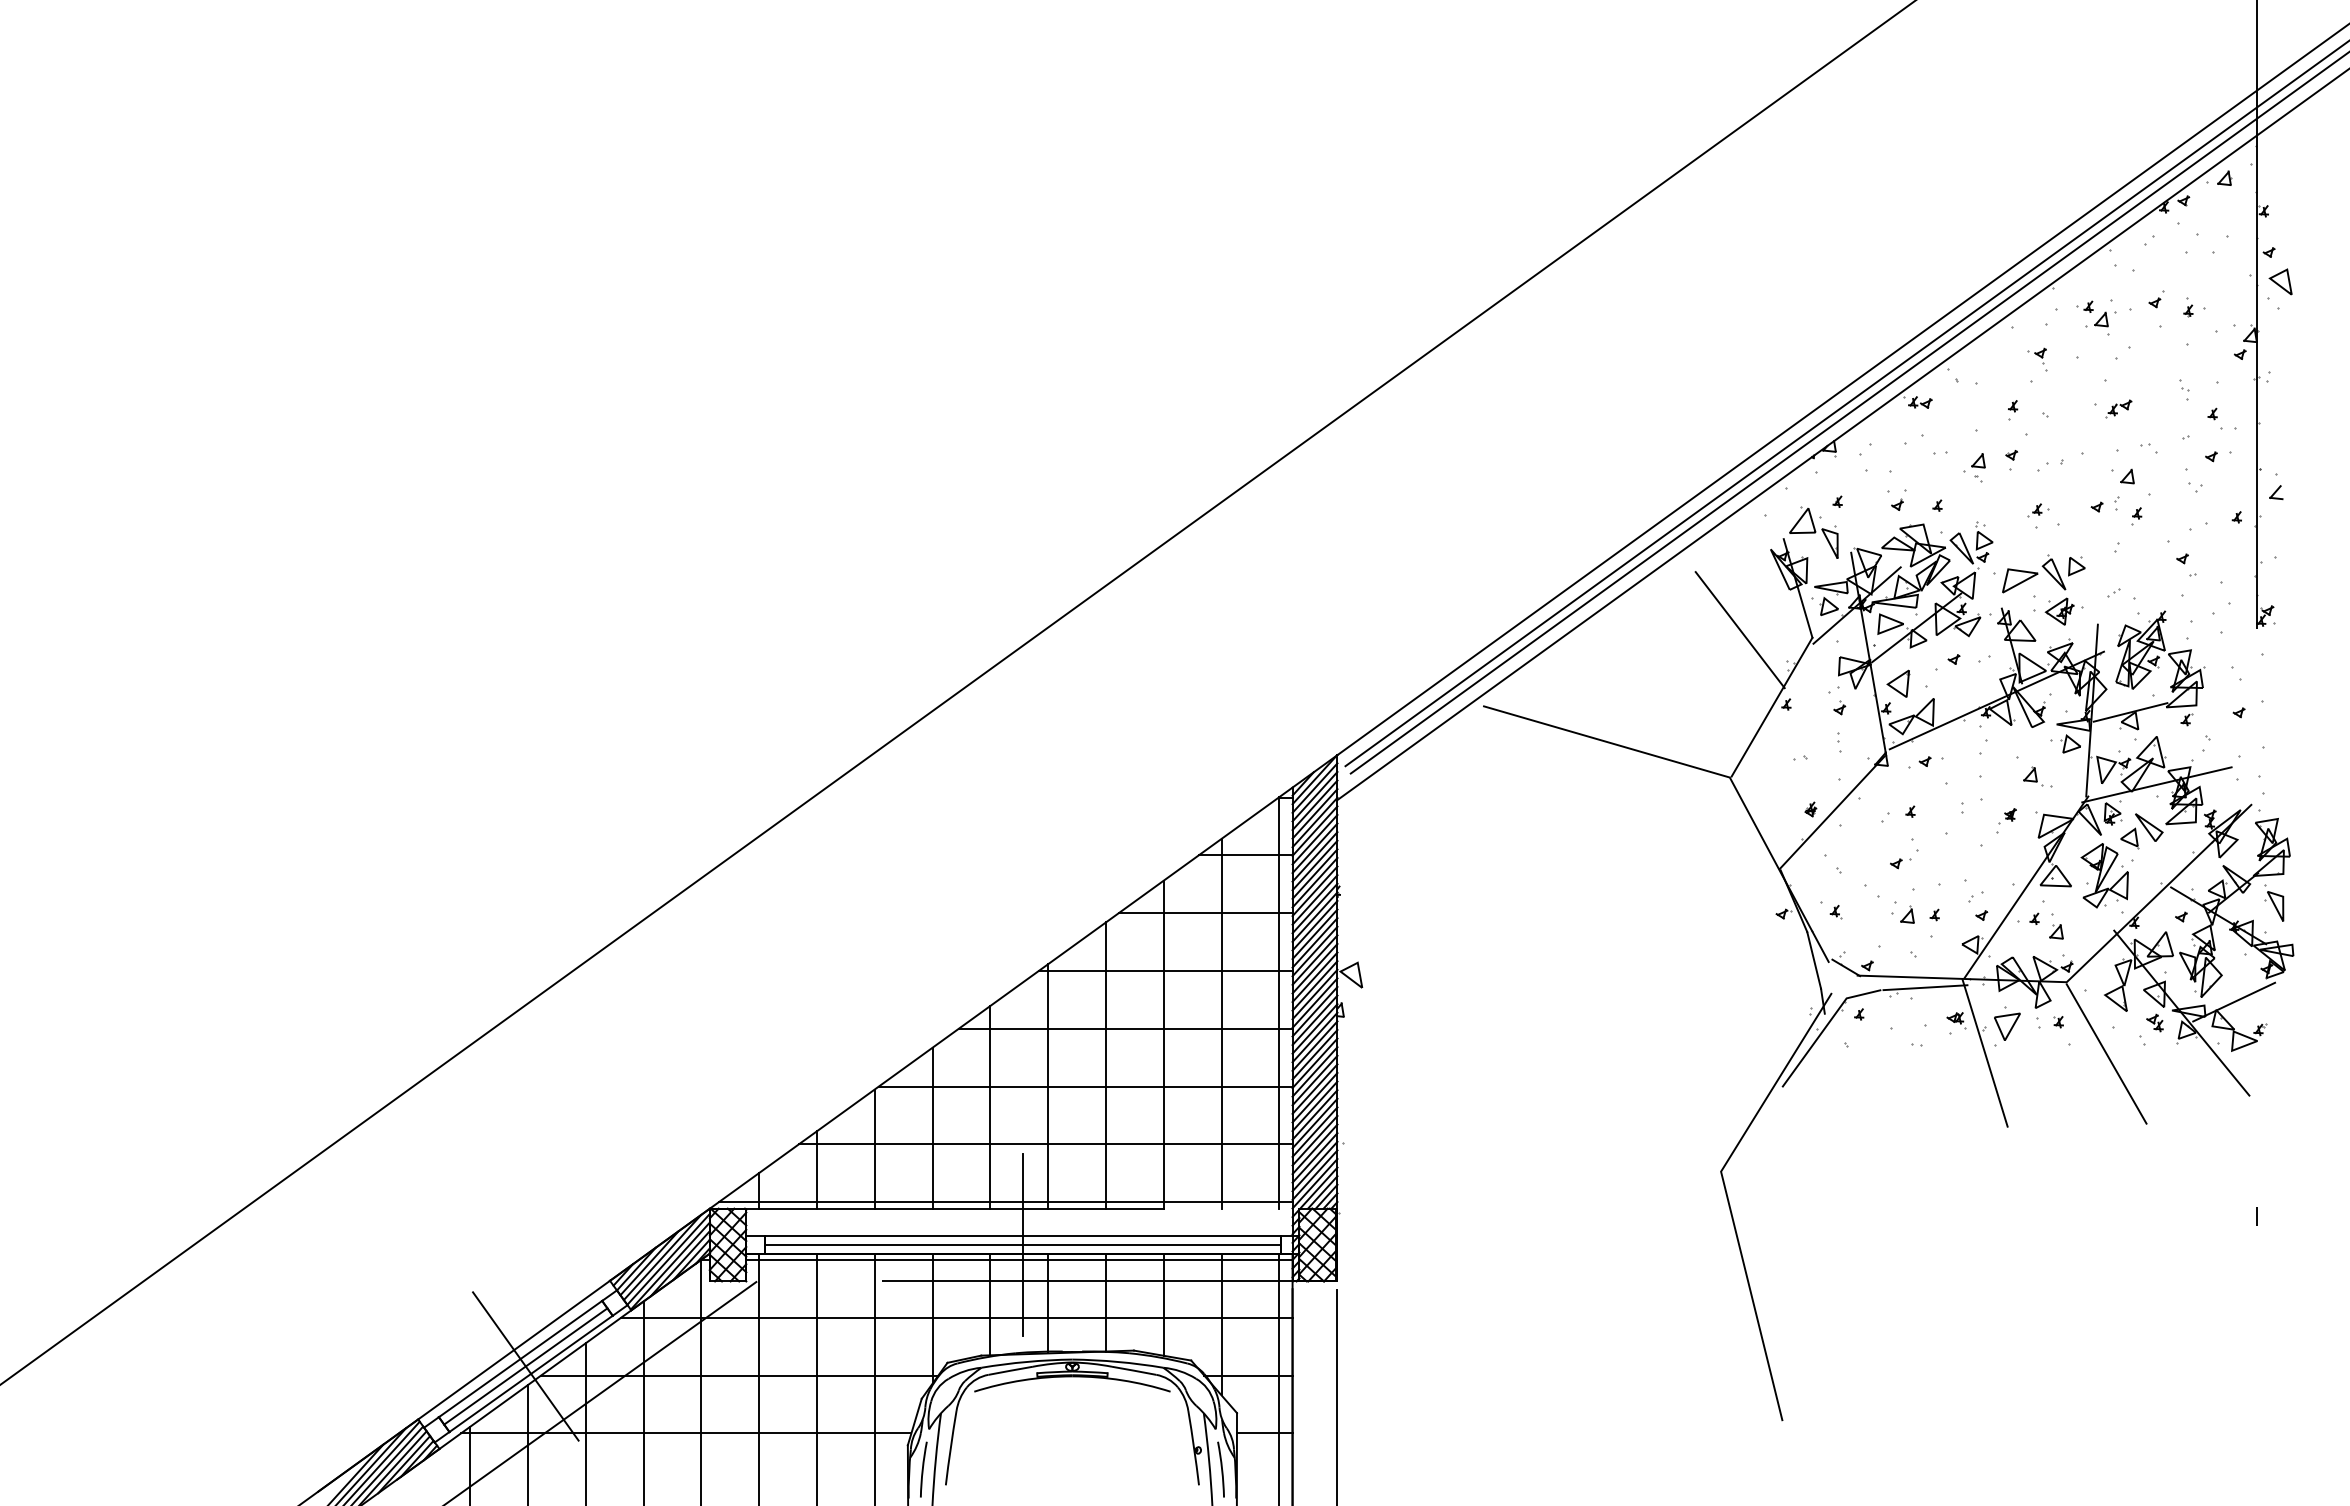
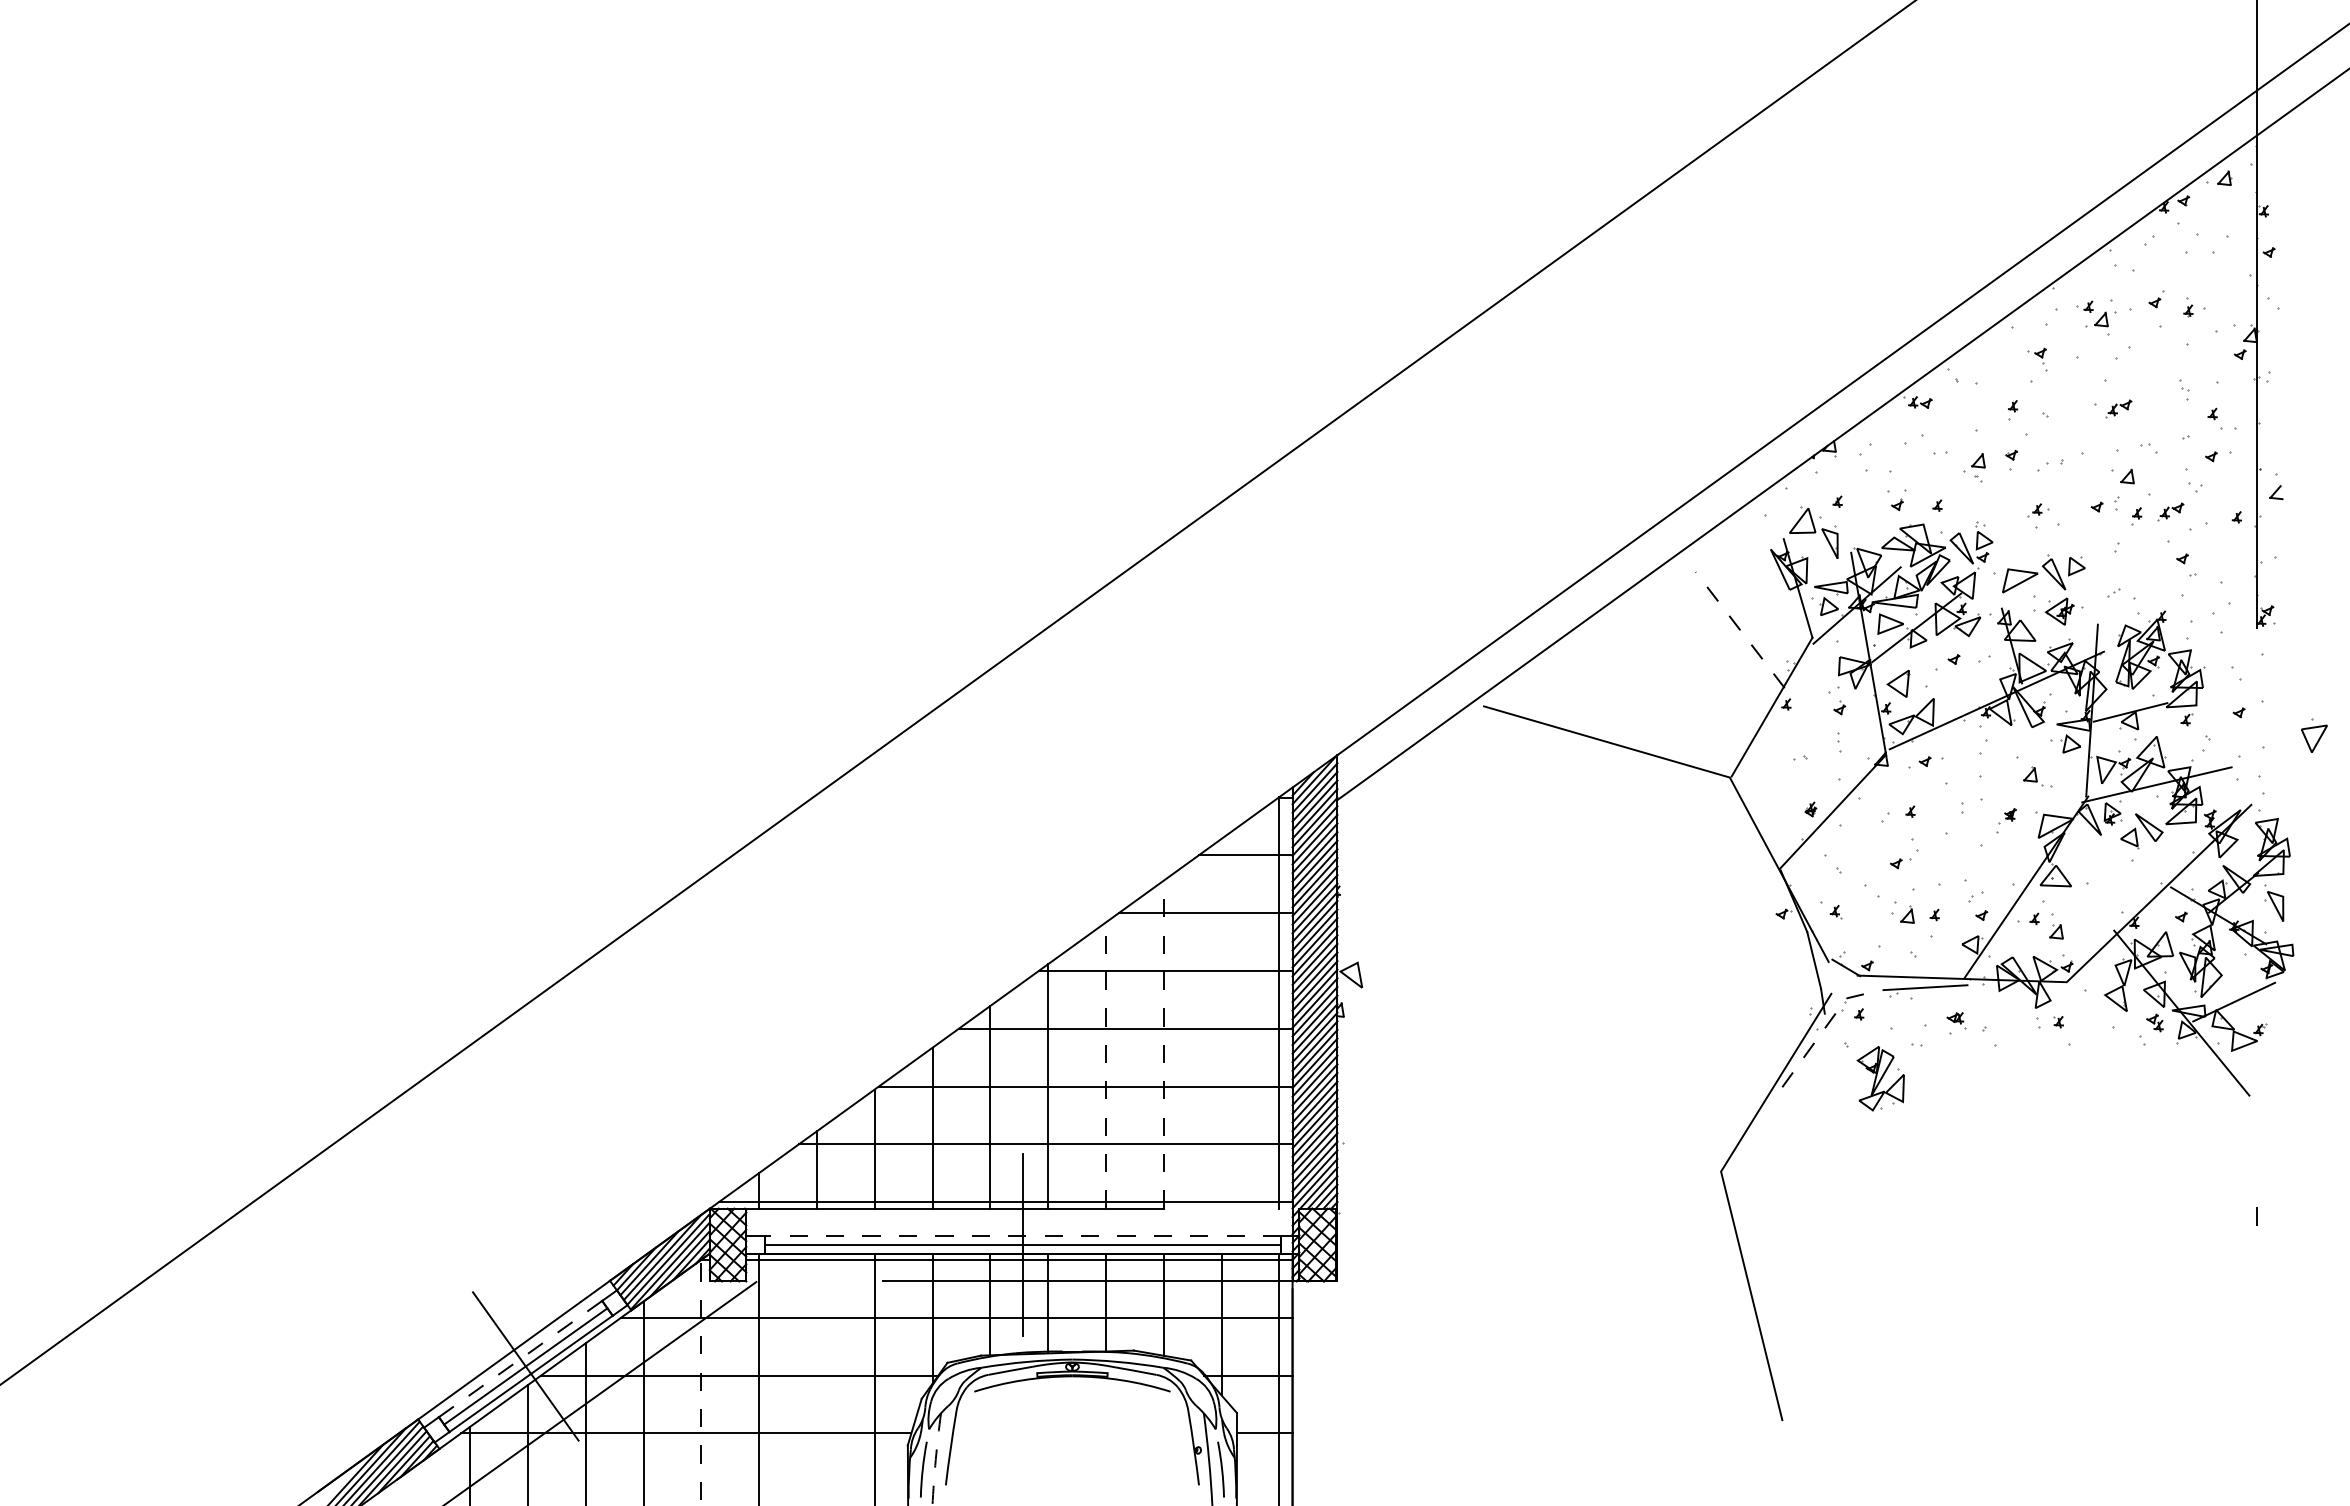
part at (2280, 281): present -> none
line at (1845, 404): present -> none
line at (1848, 413): present -> none
part at (2170, 511): none -> present
line at (1739, 629): solid -> dashed
part at (2104, 875) position: (2104, 875) -> (1880, 1078)
line at (1221, 1023): present -> none
part at (2007, 1023) position: (2007, 1023) -> (2314, 735)
line at (1825, 1027): solid -> dashed
line at (1163, 1044): solid -> dashed
line at (1984, 1052): present -> none
line at (2106, 1053): present -> none
line at (1106, 1065): solid -> dashed
line at (1022, 1235): solid -> dashed
line at (520, 1359): solid -> dashed
line at (816, 1378): present -> none
line at (701, 1382): solid -> dashed
line at (1337, 1395): present -> none
arc at (935, 1459): solid -> dashed
